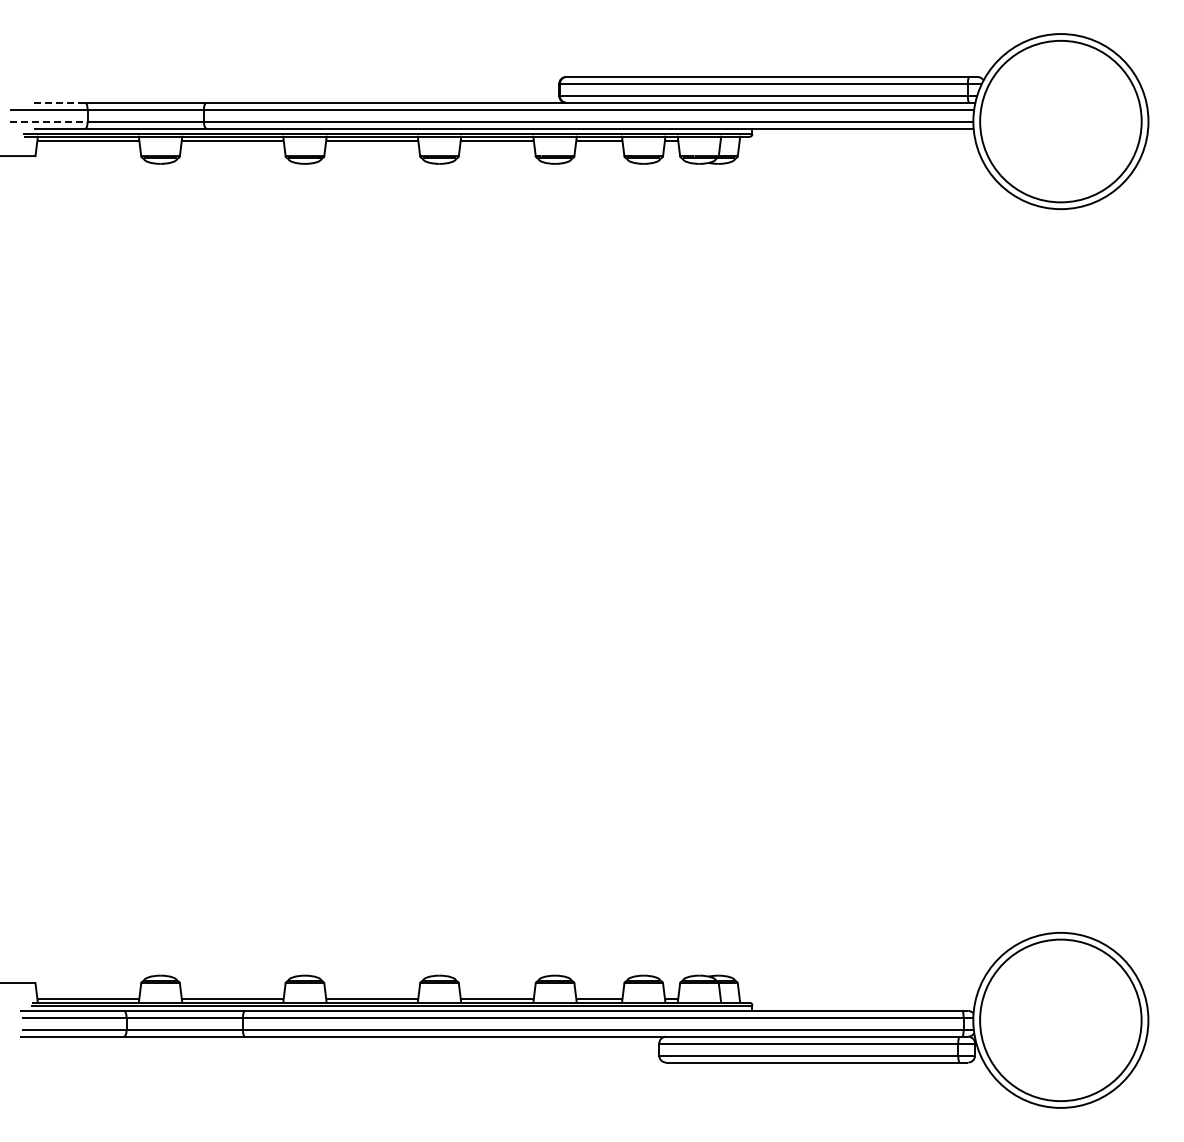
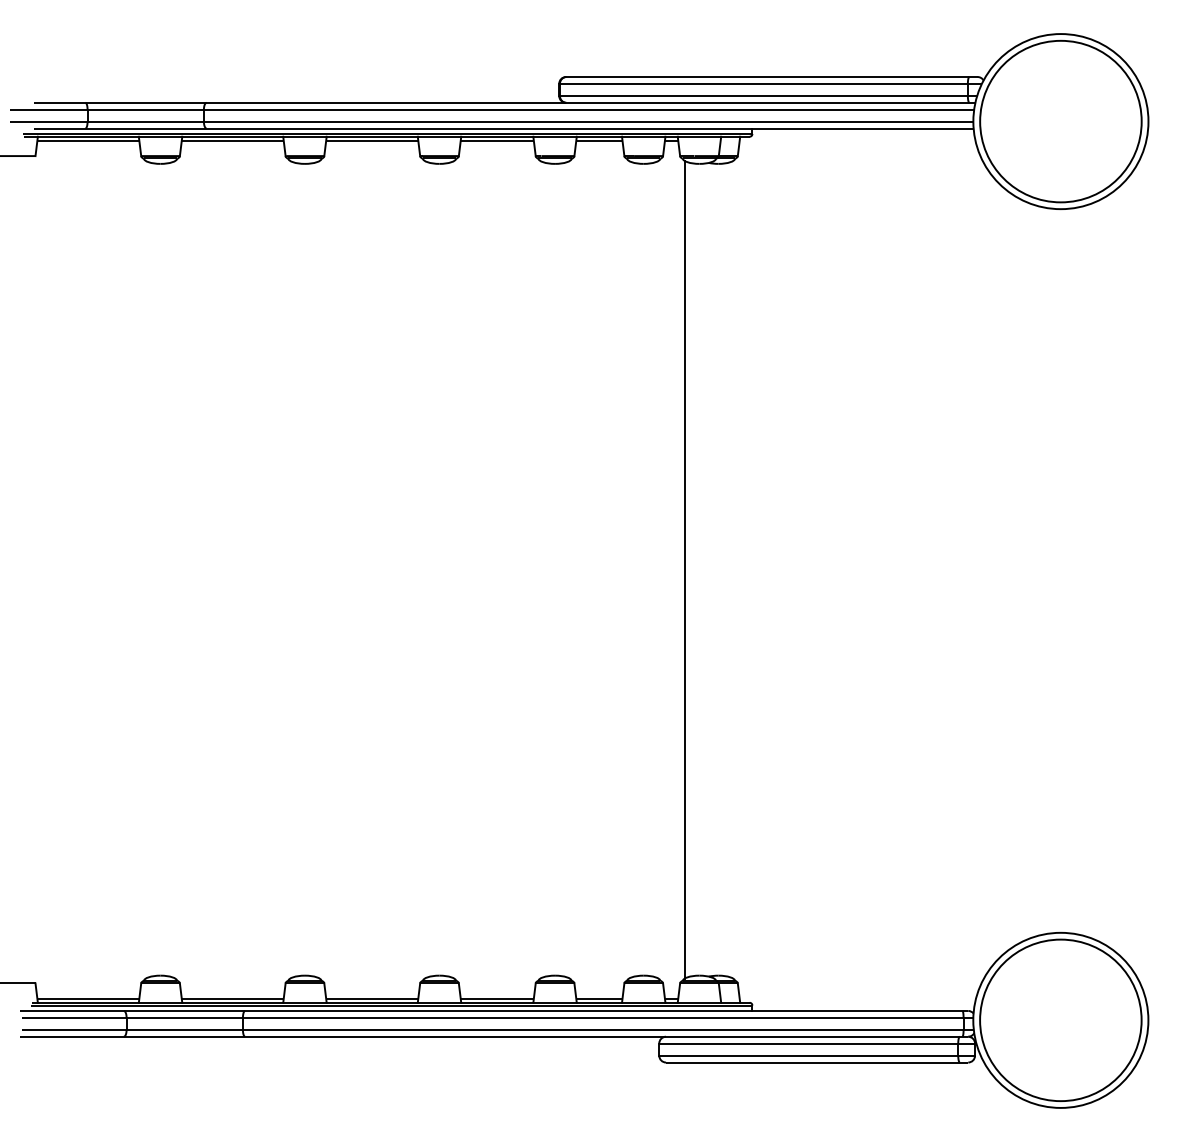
line at (59, 102): dashed -> solid
line at (48, 121): dashed -> solid
line at (684, 569): none -> present
